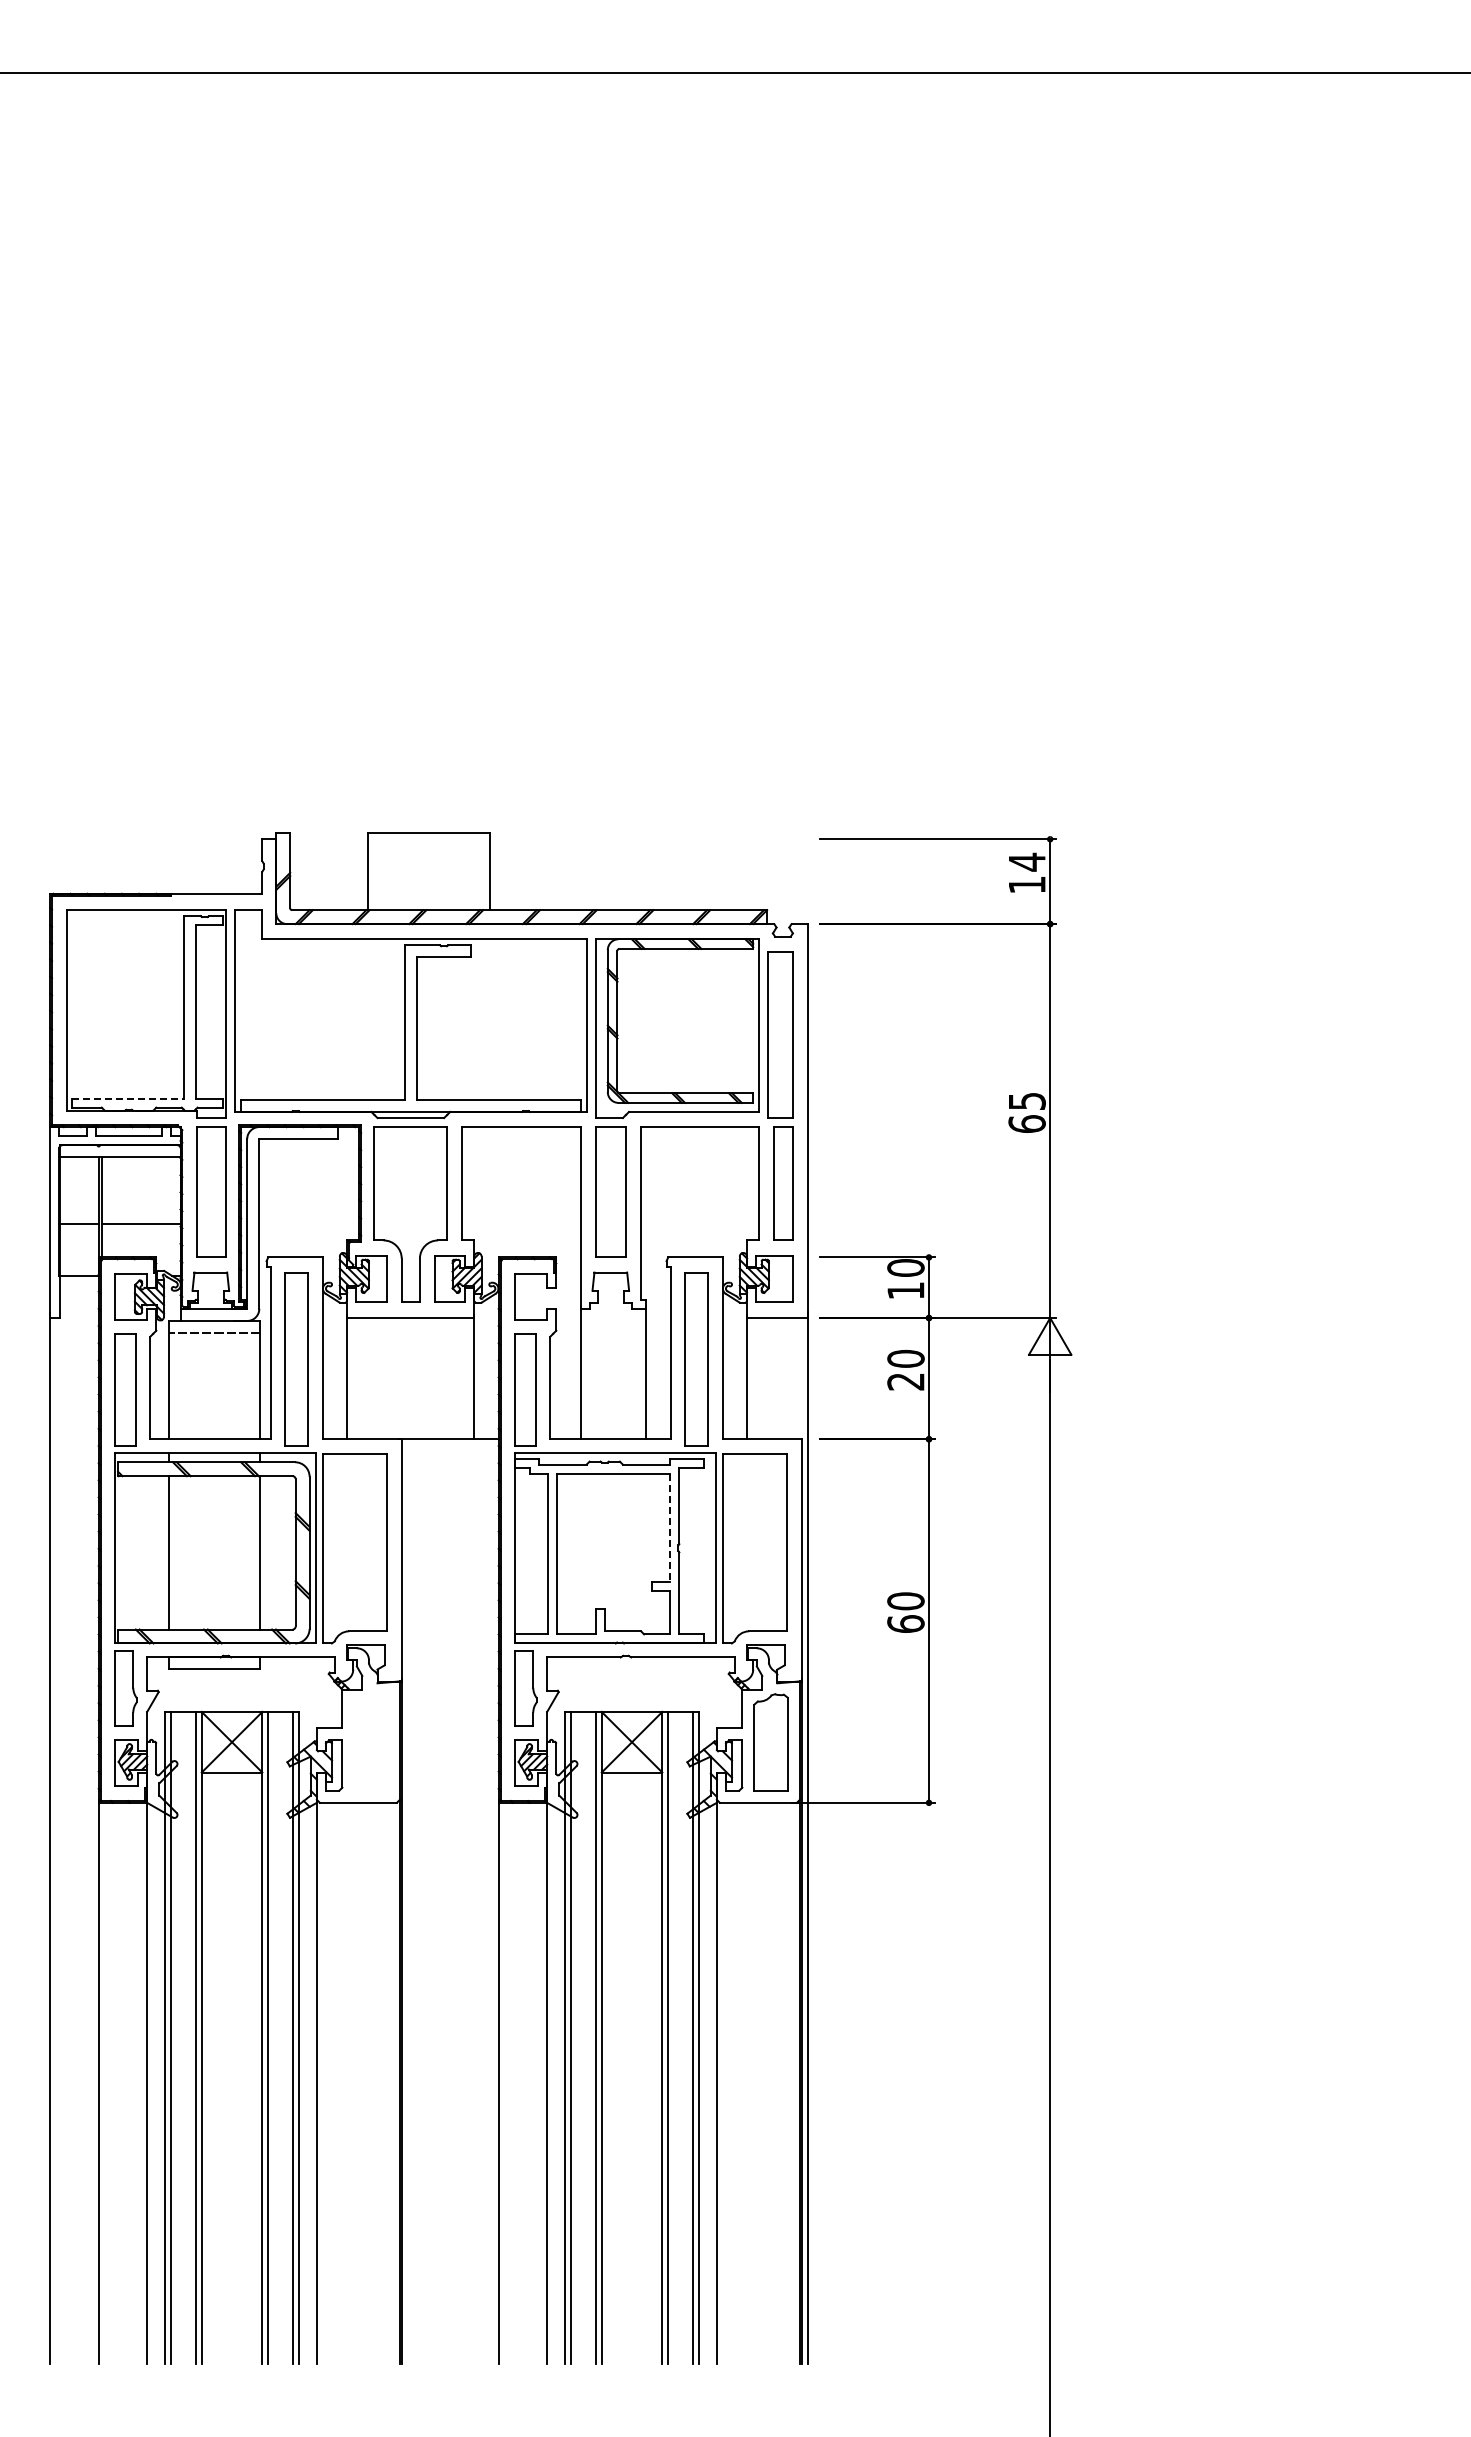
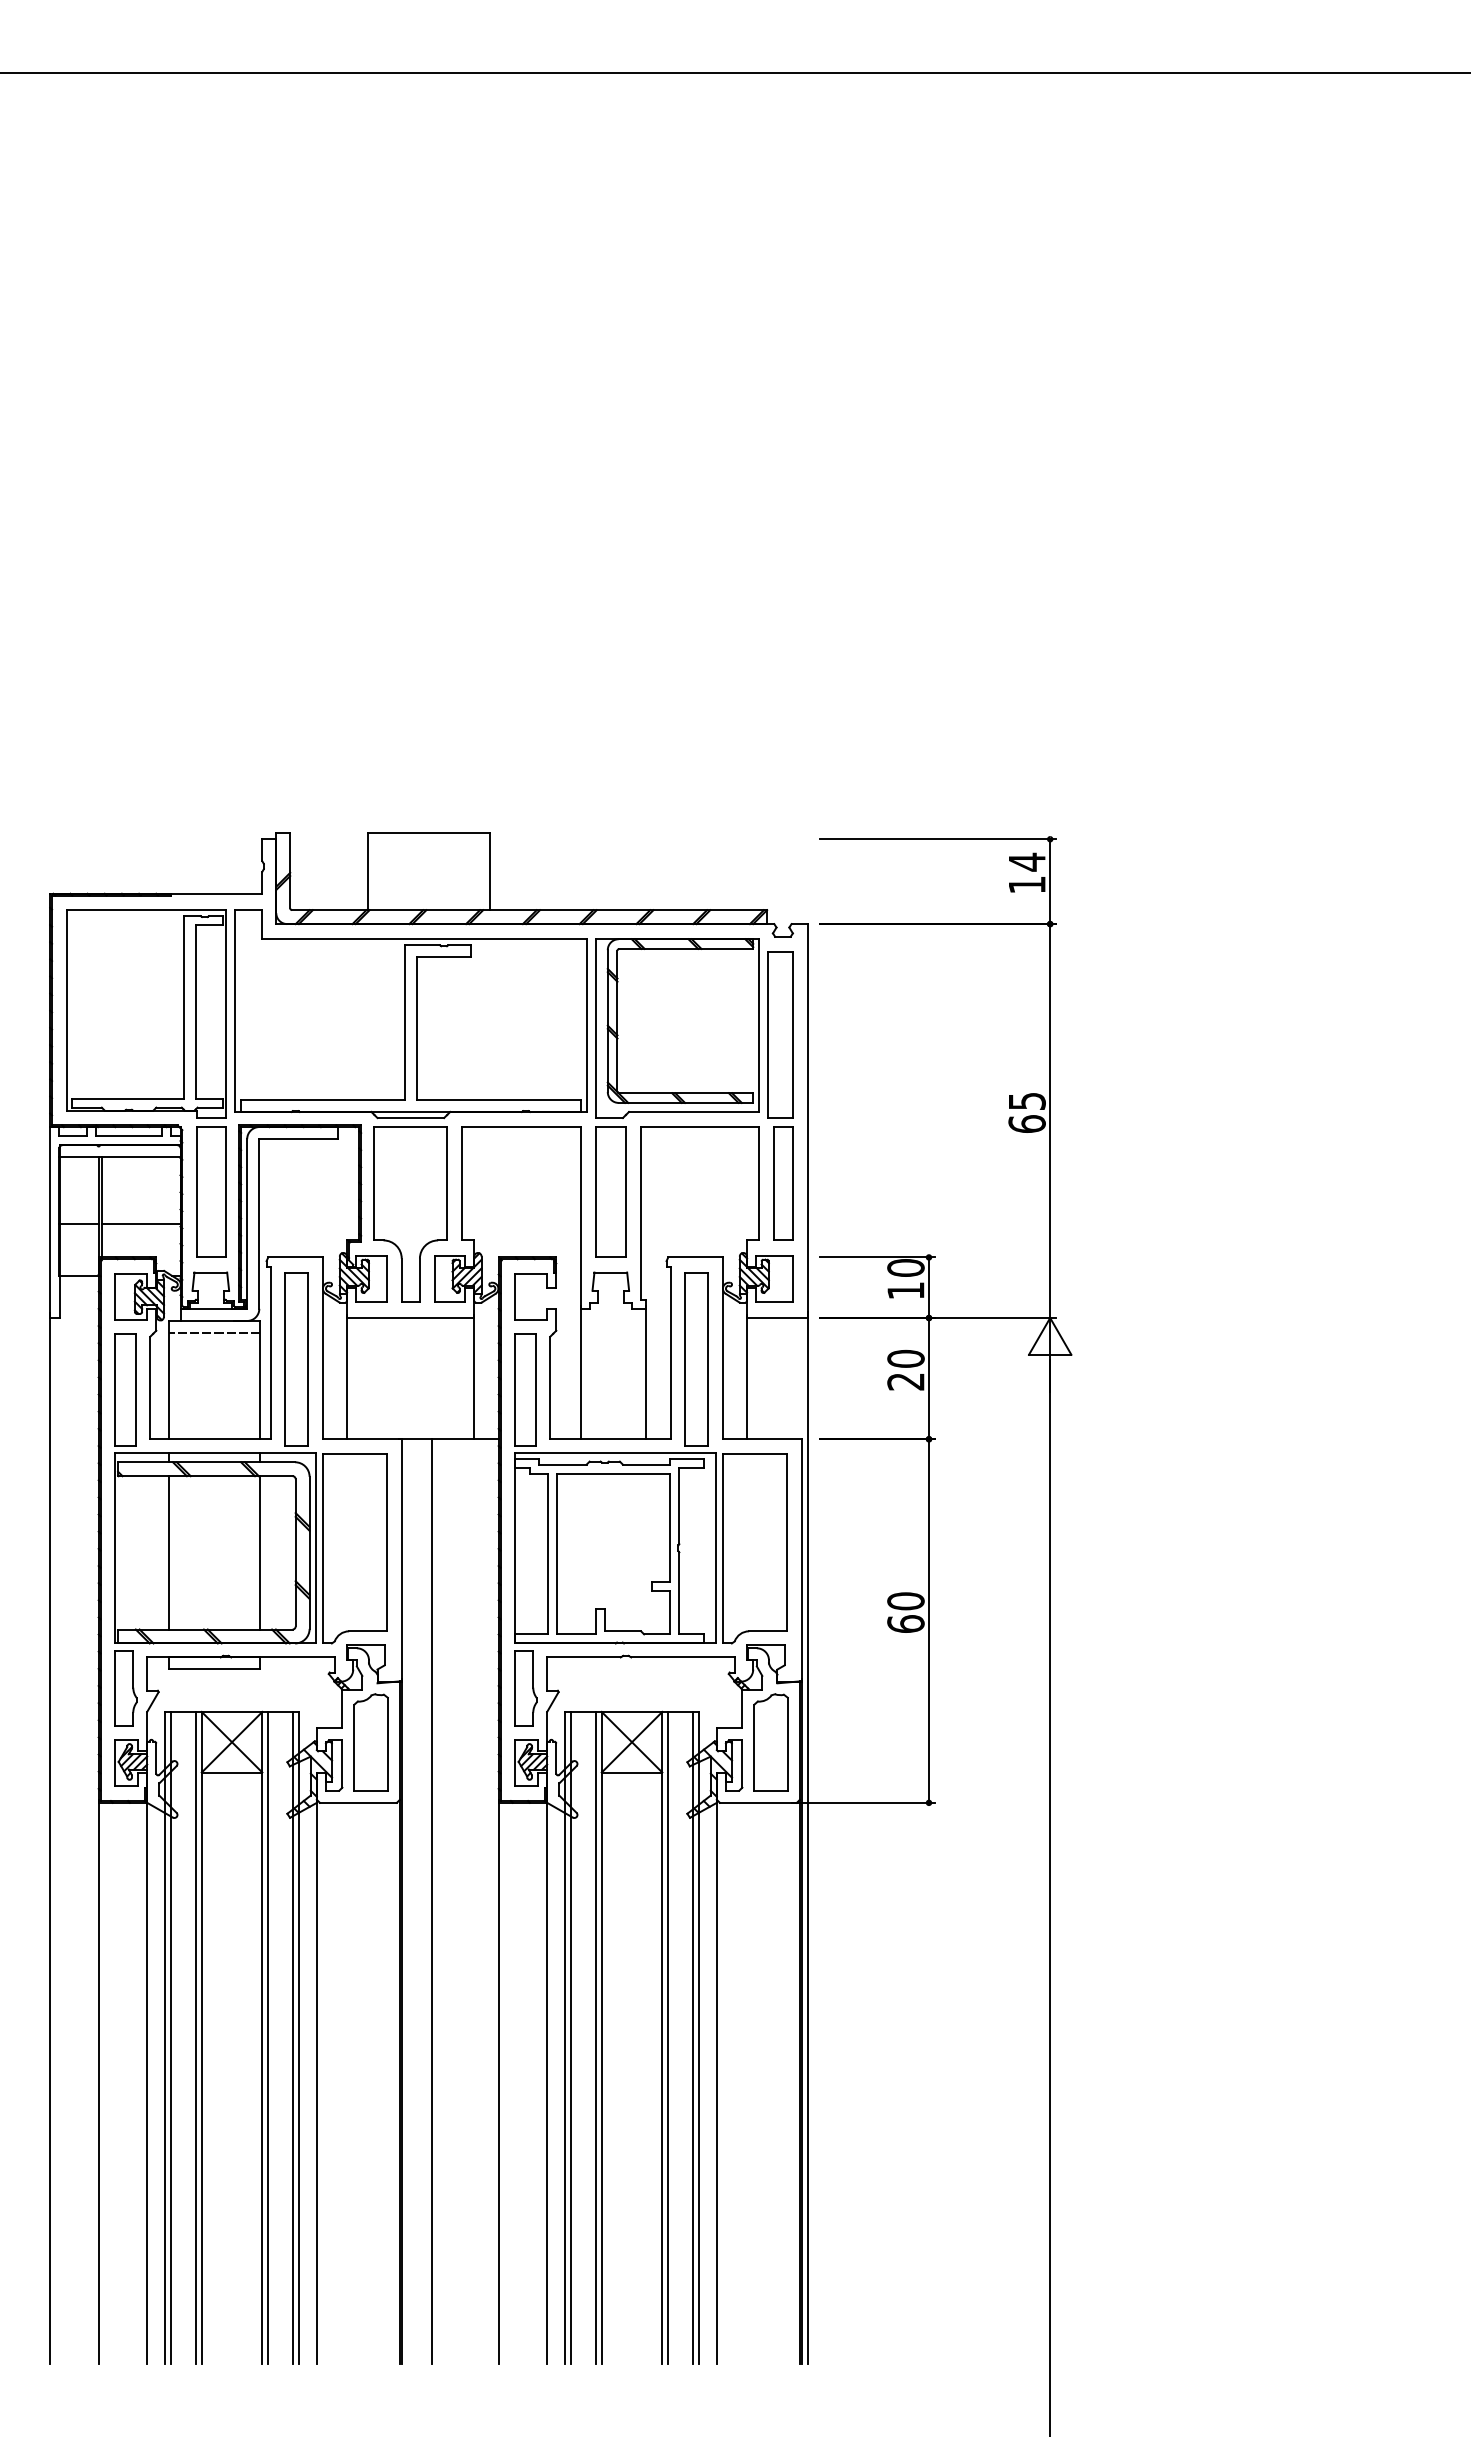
line at (128, 1098): dashed -> solid
line at (670, 1527): dashed -> solid
part at (370, 1742): none -> present
line at (431, 1901): none -> present
